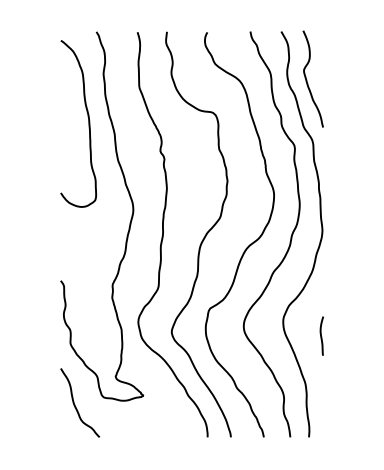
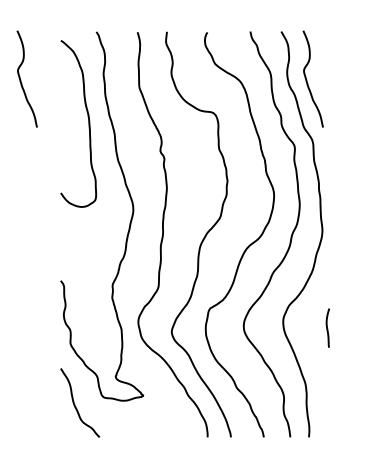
curve at (21, 80): none -> present
curve at (321, 335) position: (321, 335) -> (327, 327)
